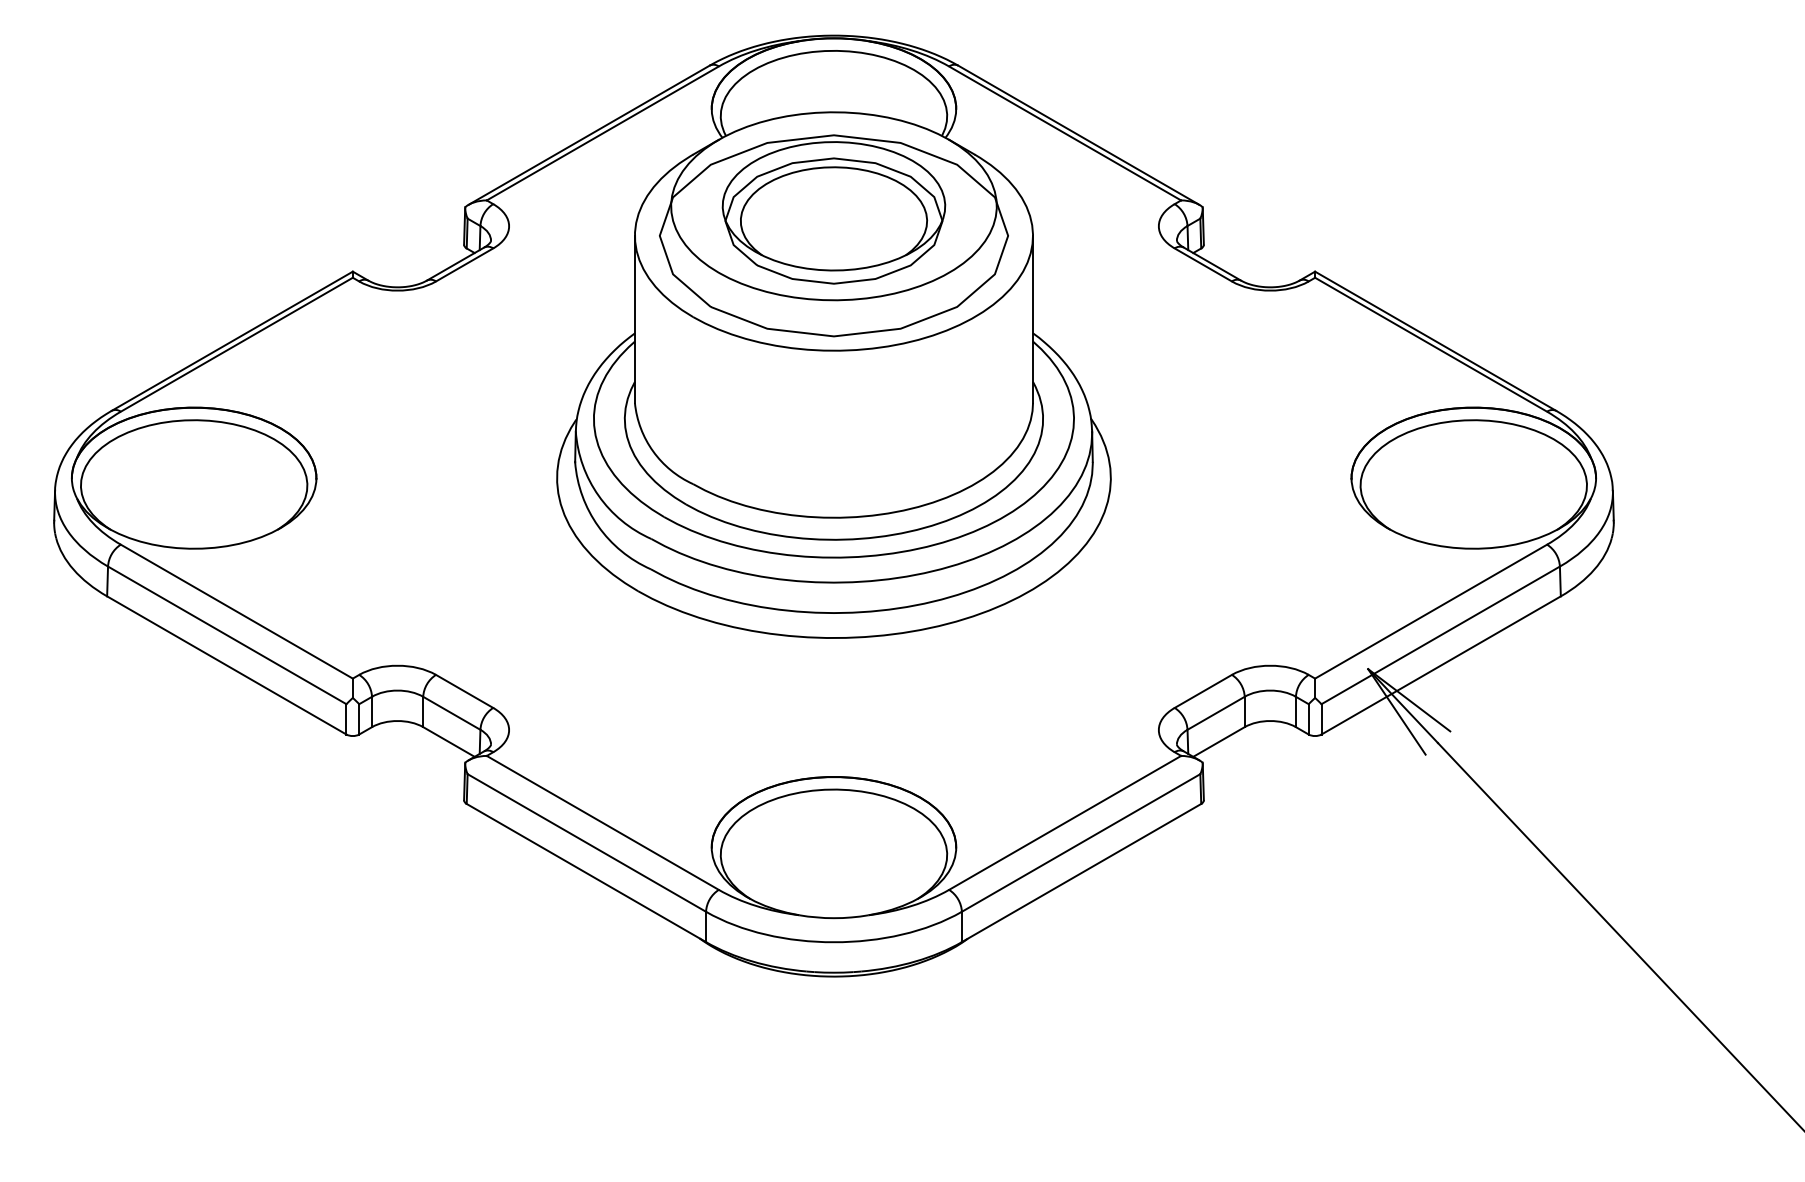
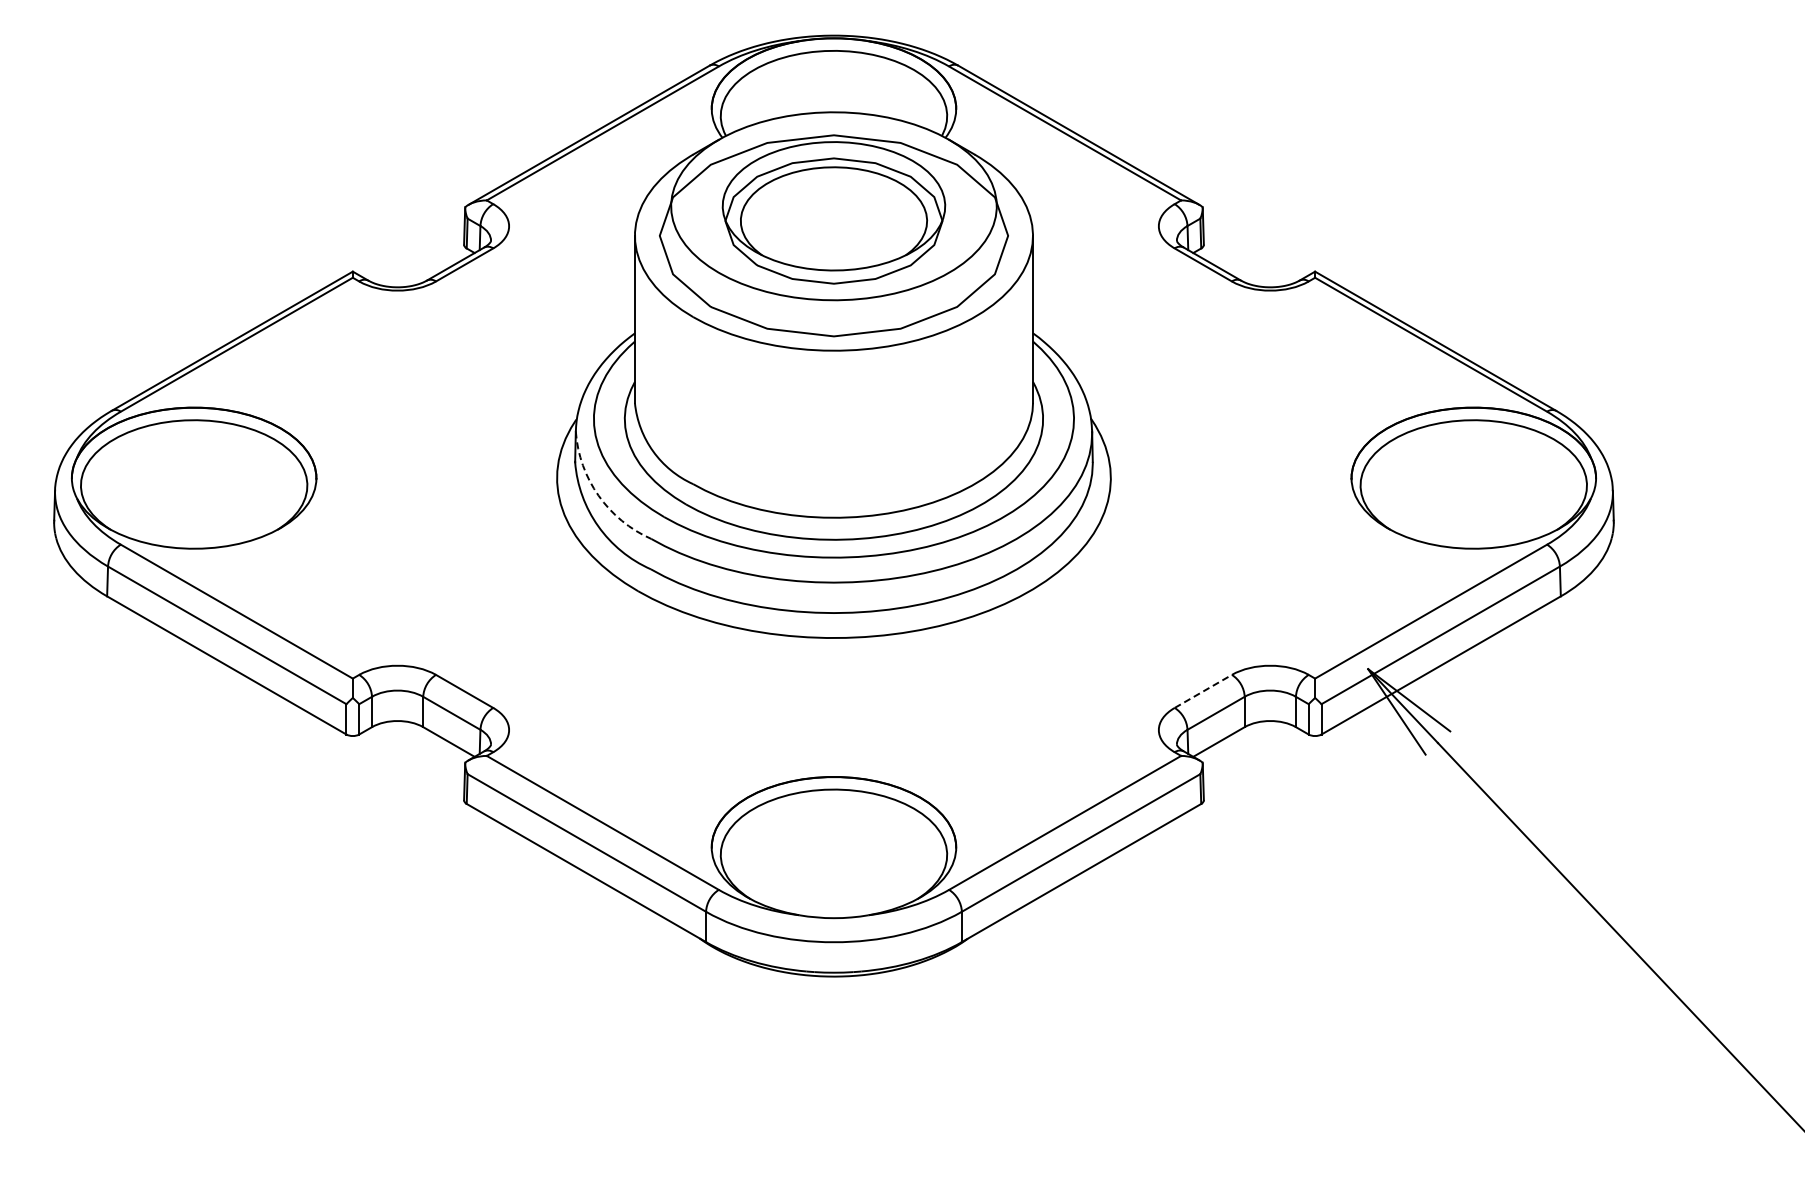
arc at (598, 495): solid -> dashed
line at (1203, 691): solid -> dashed
